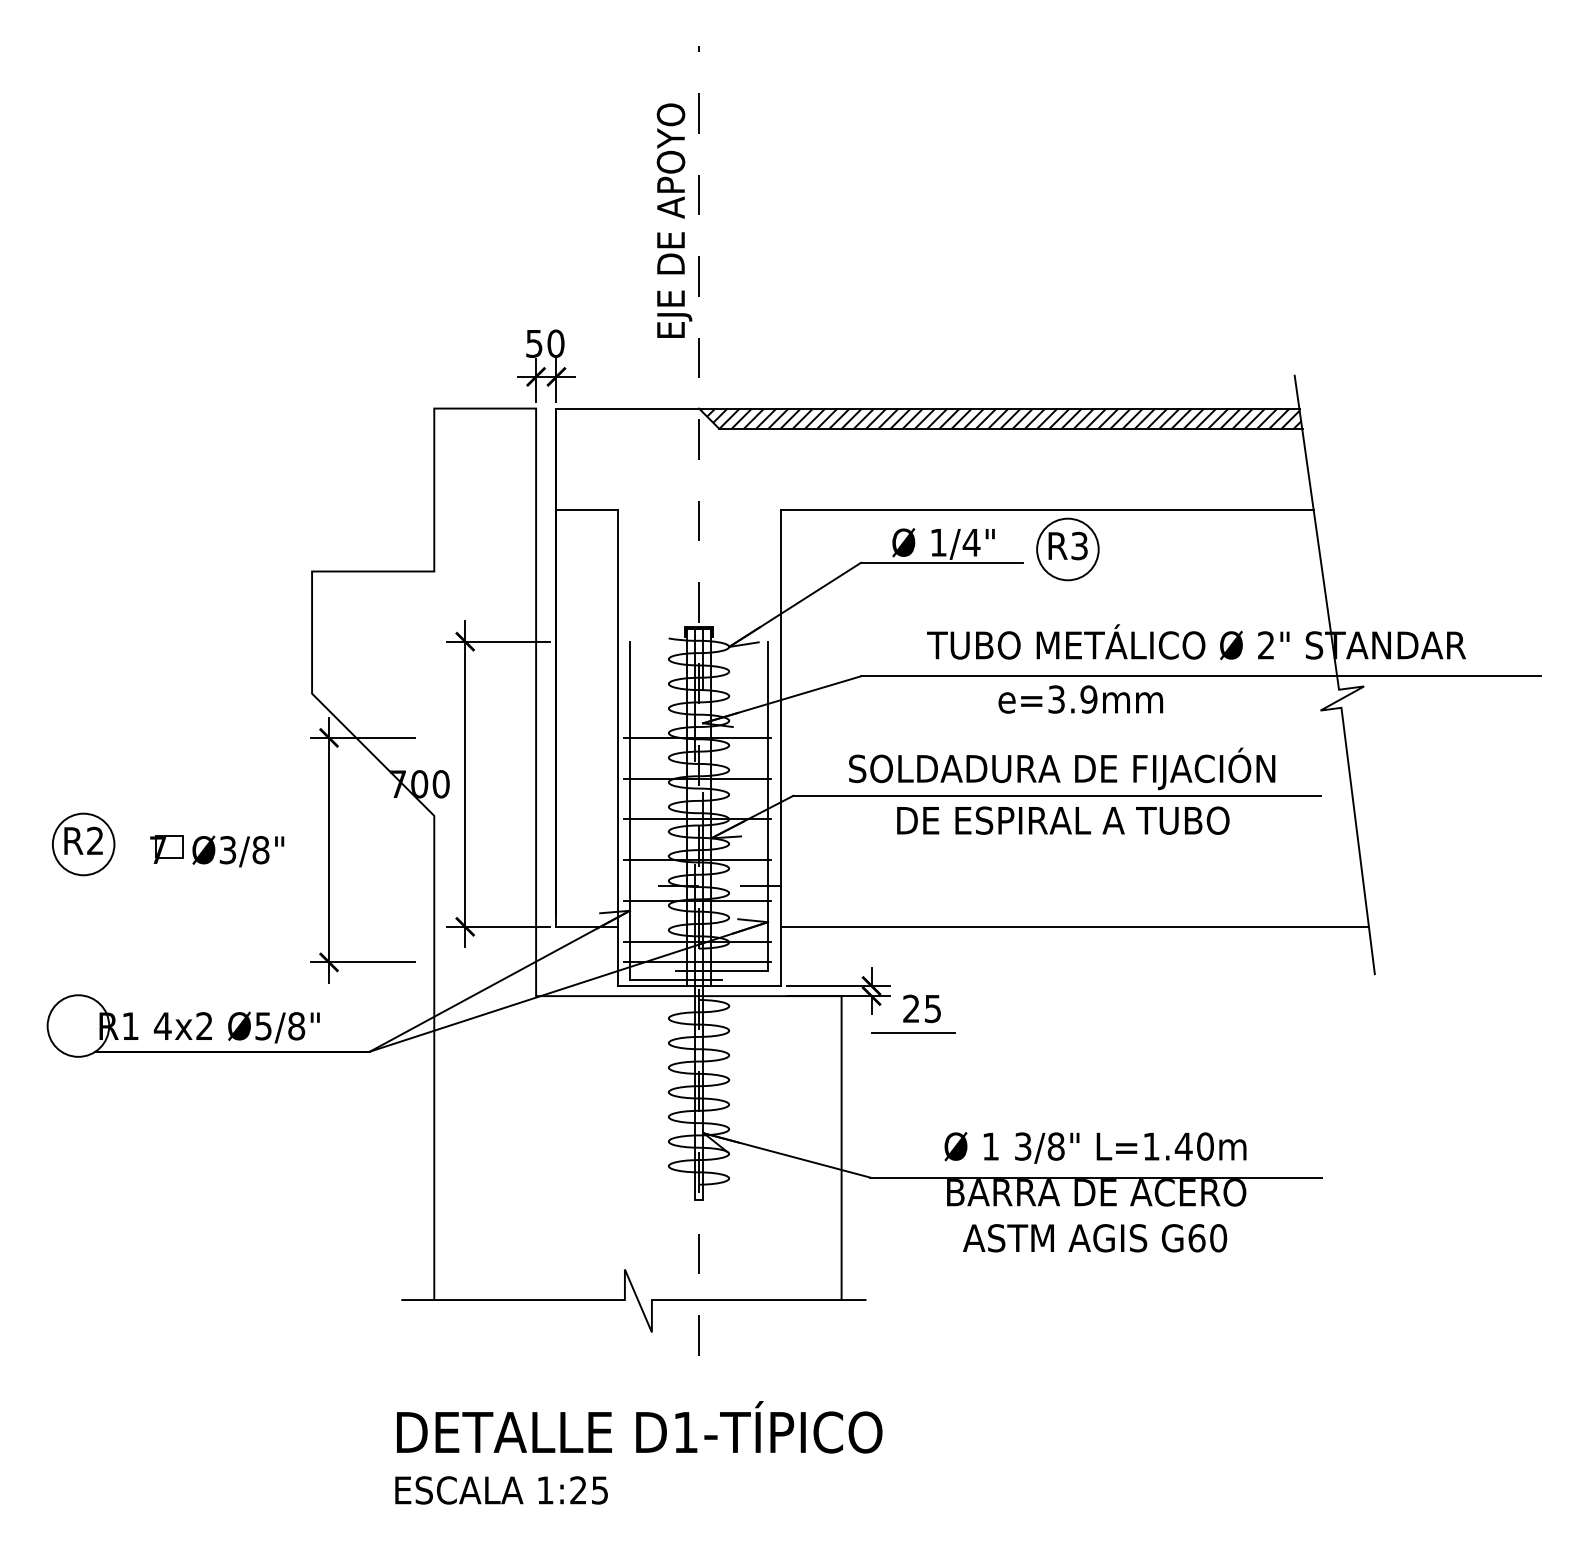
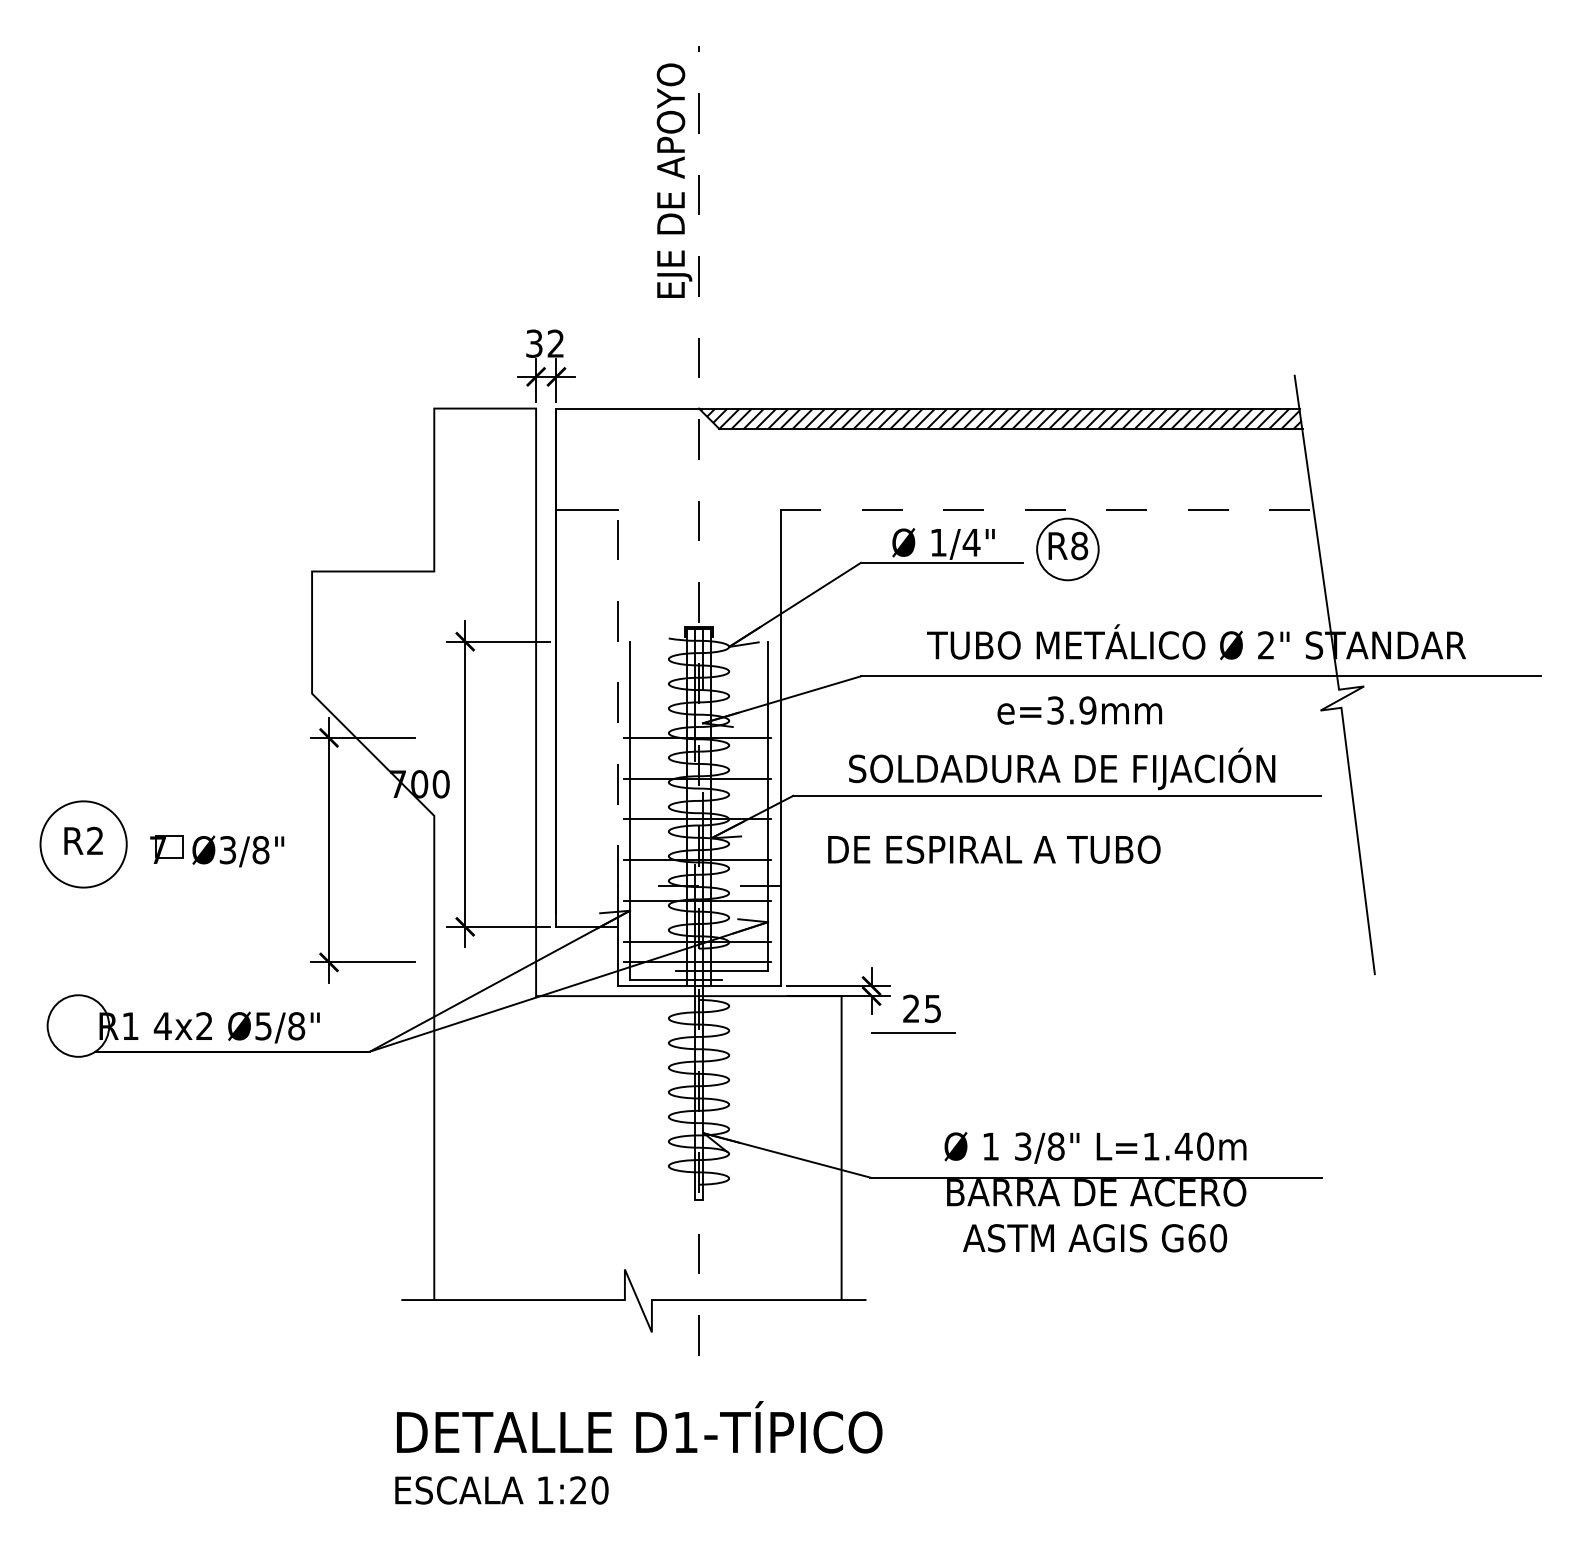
text at (674, 220) position: (674, 220) -> (674, 180)
text at (545, 343): 50 -> 32
line at (1047, 510): solid -> dashed
text at (1079, 546): R3 -> R8
line at (617, 698): solid -> dashed
text at (1080, 699) position: (1080, 699) -> (1079, 710)
text at (1063, 820) position: (1063, 820) -> (994, 849)
circle at (83, 844) diameter: 62 px -> 86 px
line at (1074, 926): present -> none
text at (599, 1490): 1:25 -> 1:20
